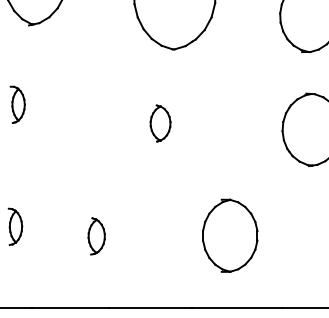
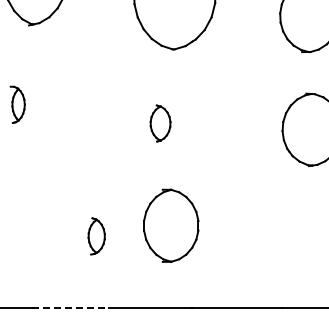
part at (15, 226): present -> none
part at (230, 235) position: (230, 235) -> (171, 225)
line at (70, 308): solid -> dashed
